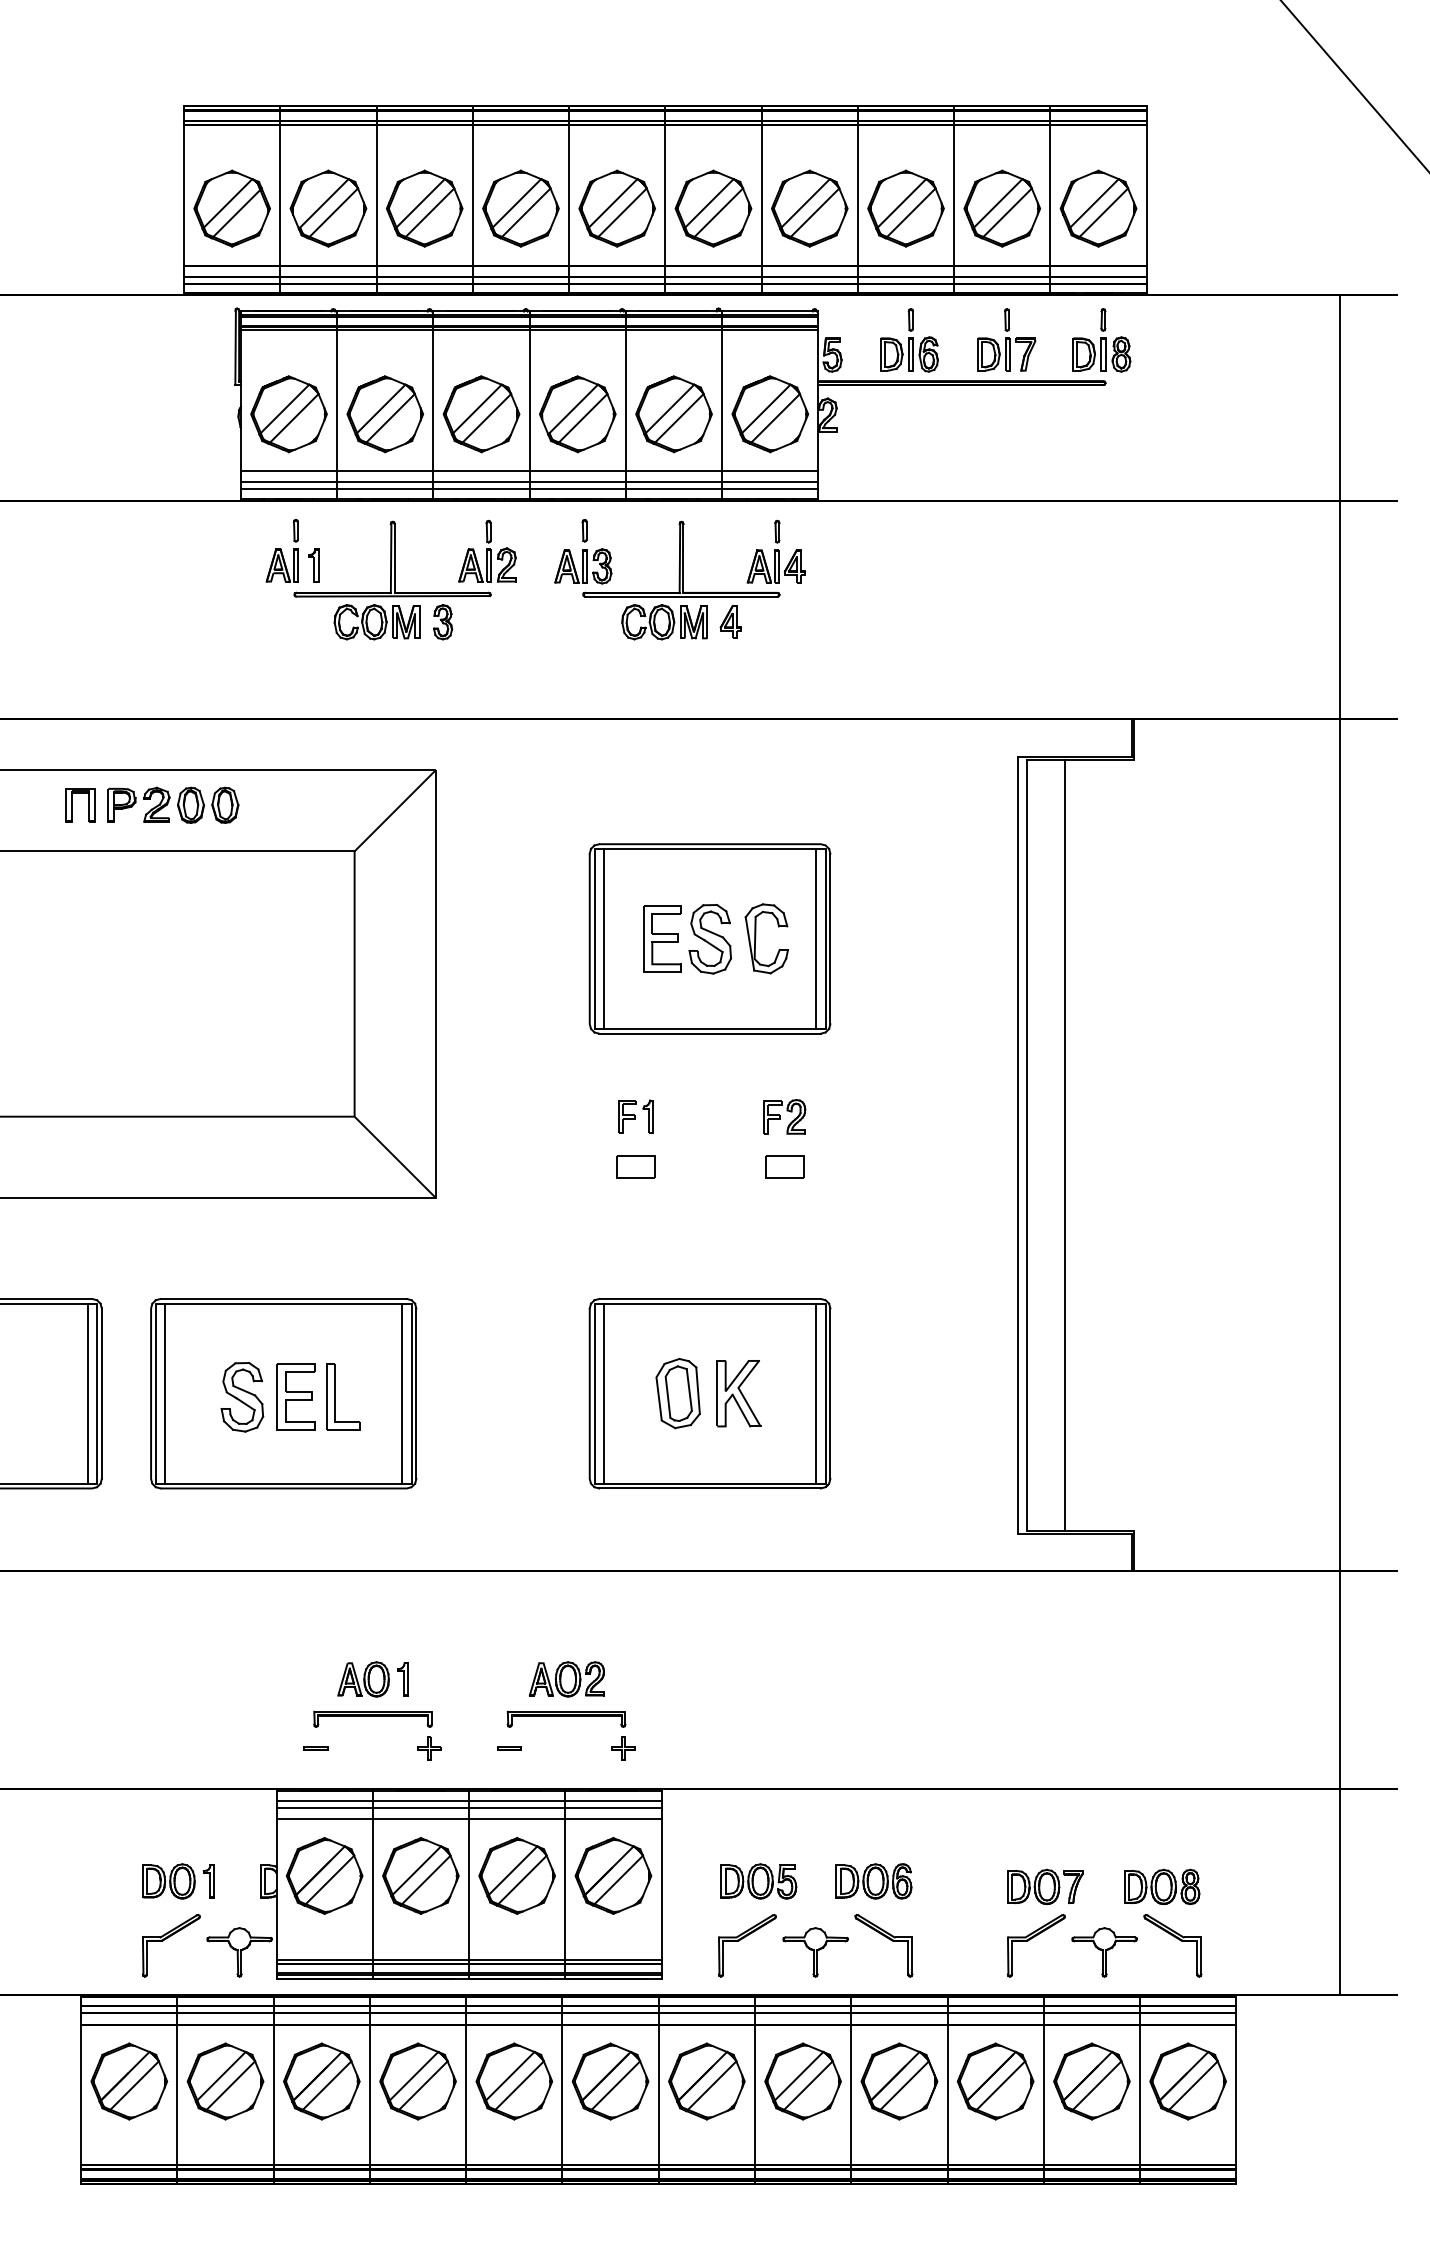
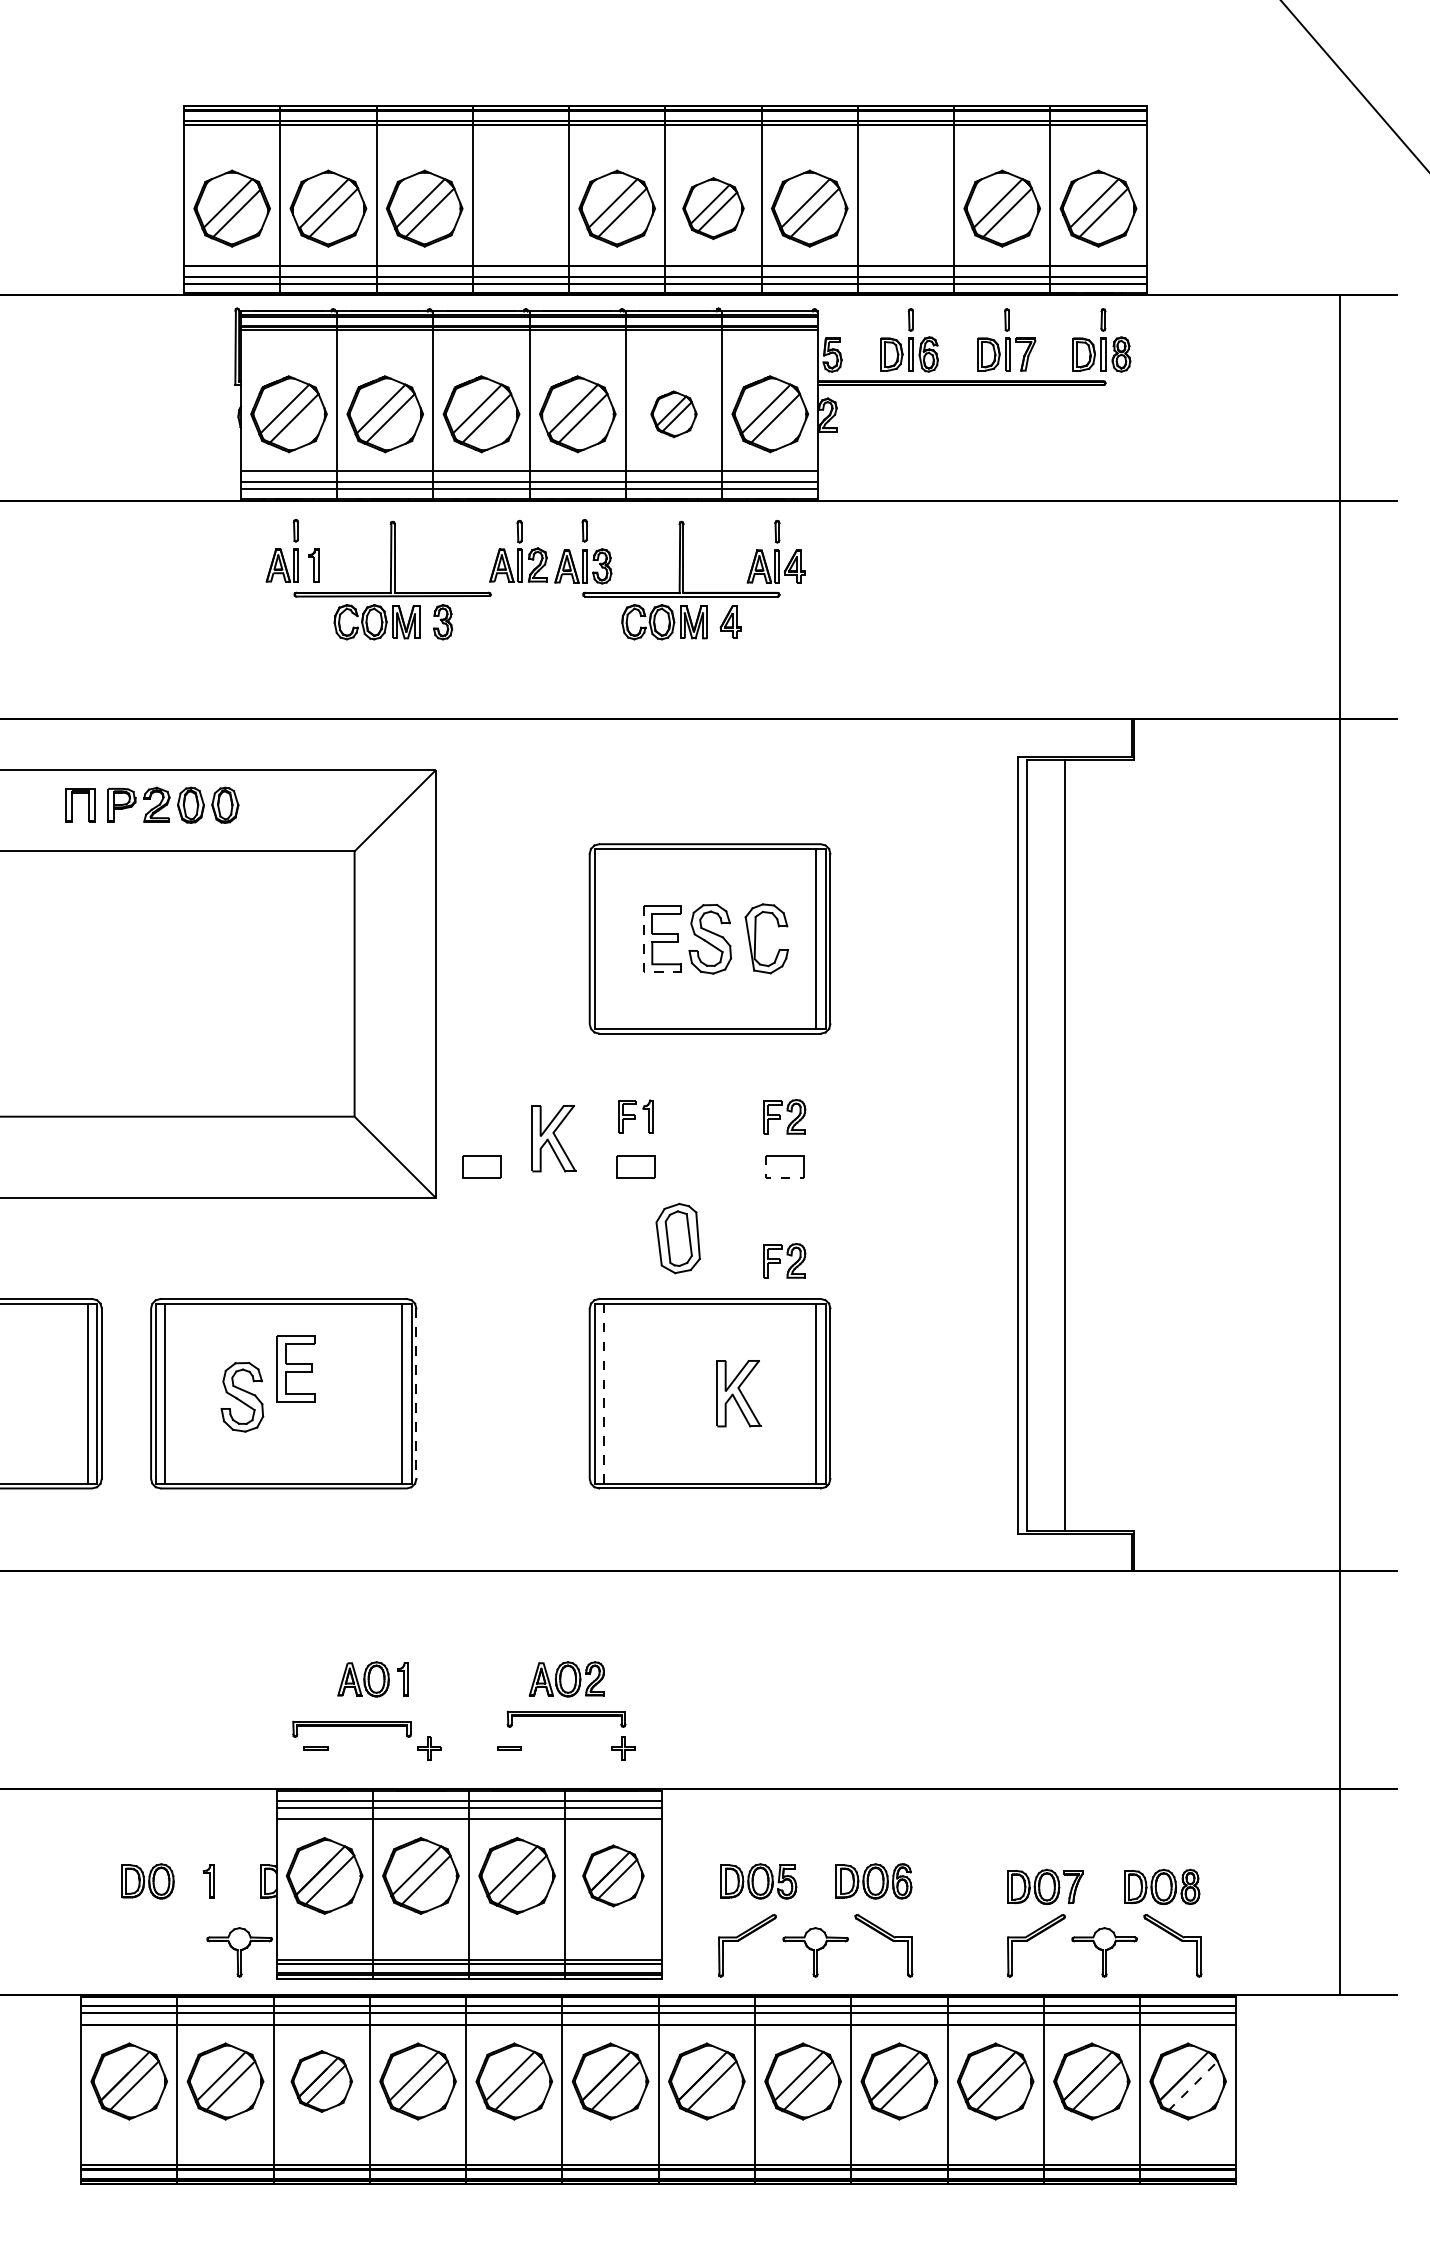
part at (520, 208): present -> none
part at (713, 208) size: 79x79 px -> 63x63 px
part at (905, 208): present -> none
part at (673, 414) size: 78x79 px -> 48x49 px
part at (487, 551) position: (487, 551) -> (518, 551)
line at (603, 938): present -> none
line at (643, 958): solid -> dashed
part at (553, 1138): none -> present
part at (481, 1166): none -> present
line at (772, 1178): solid -> dashed
part at (784, 1260): none -> present
part at (677, 1393) position: (677, 1393) -> (677, 1238)
line at (416, 1394): solid -> dashed
line at (603, 1394): solid -> dashed
part at (295, 1396) position: (295, 1396) -> (295, 1368)
part at (335, 1396): present -> none
part at (372, 1718) position: (372, 1718) -> (351, 1728)
part at (613, 1875) size: 79x78 px -> 63x64 px
part at (168, 1881) position: (168, 1881) -> (147, 1881)
part at (168, 1938): present -> none
part at (321, 2081) size: 78x79 px -> 63x63 px
line at (1193, 2085): solid -> dashed
